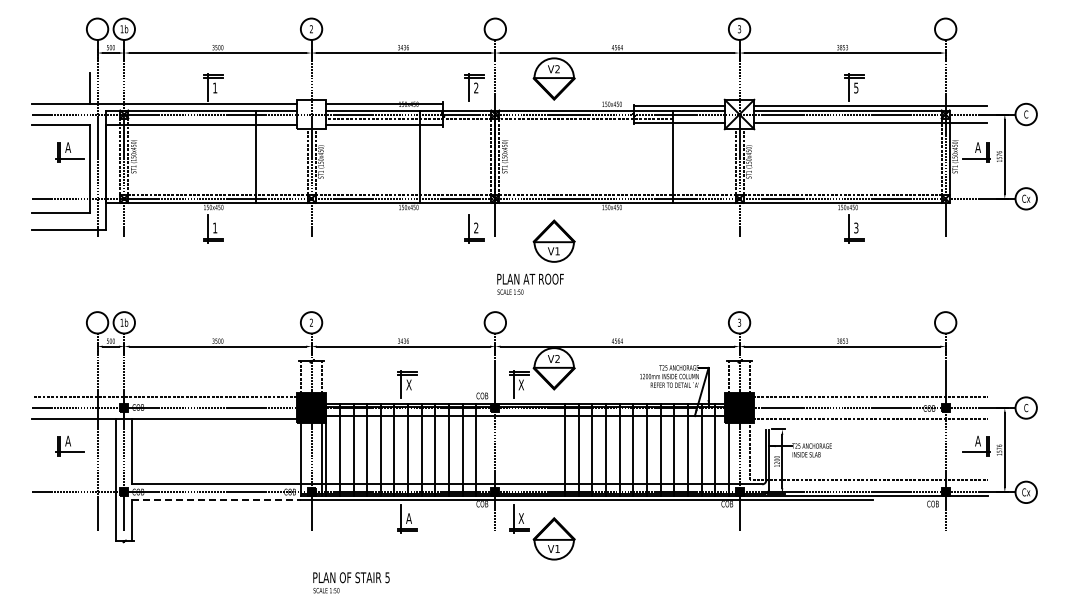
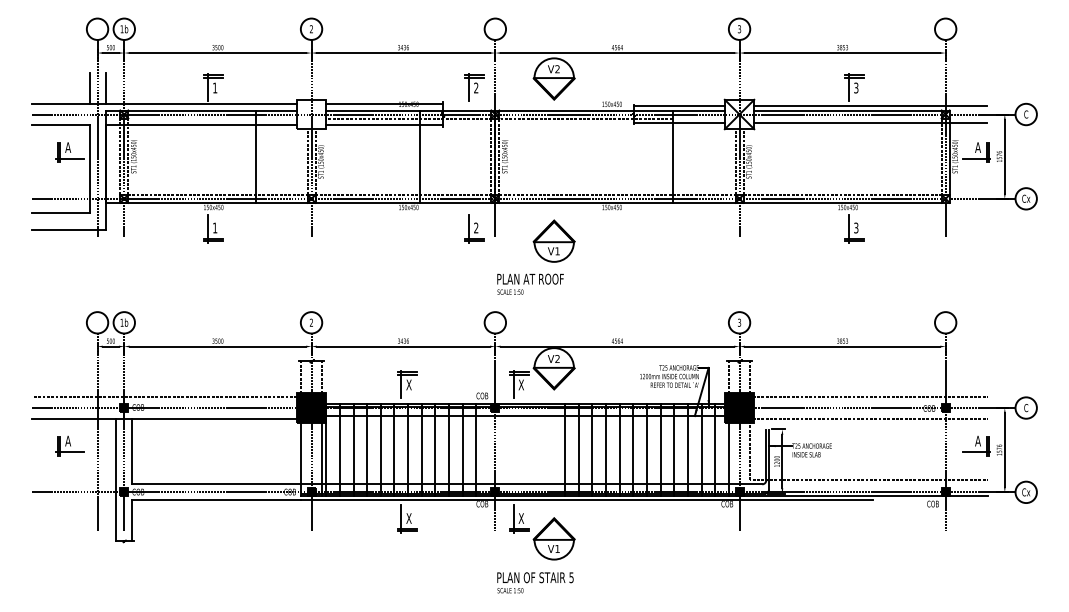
text at (856, 86): 5 -> 3
line at (105, 88): none -> present
line at (217, 500): dashed -> solid
text at (408, 518): A -> X
text at (351, 582) position: (351, 582) -> (535, 582)
